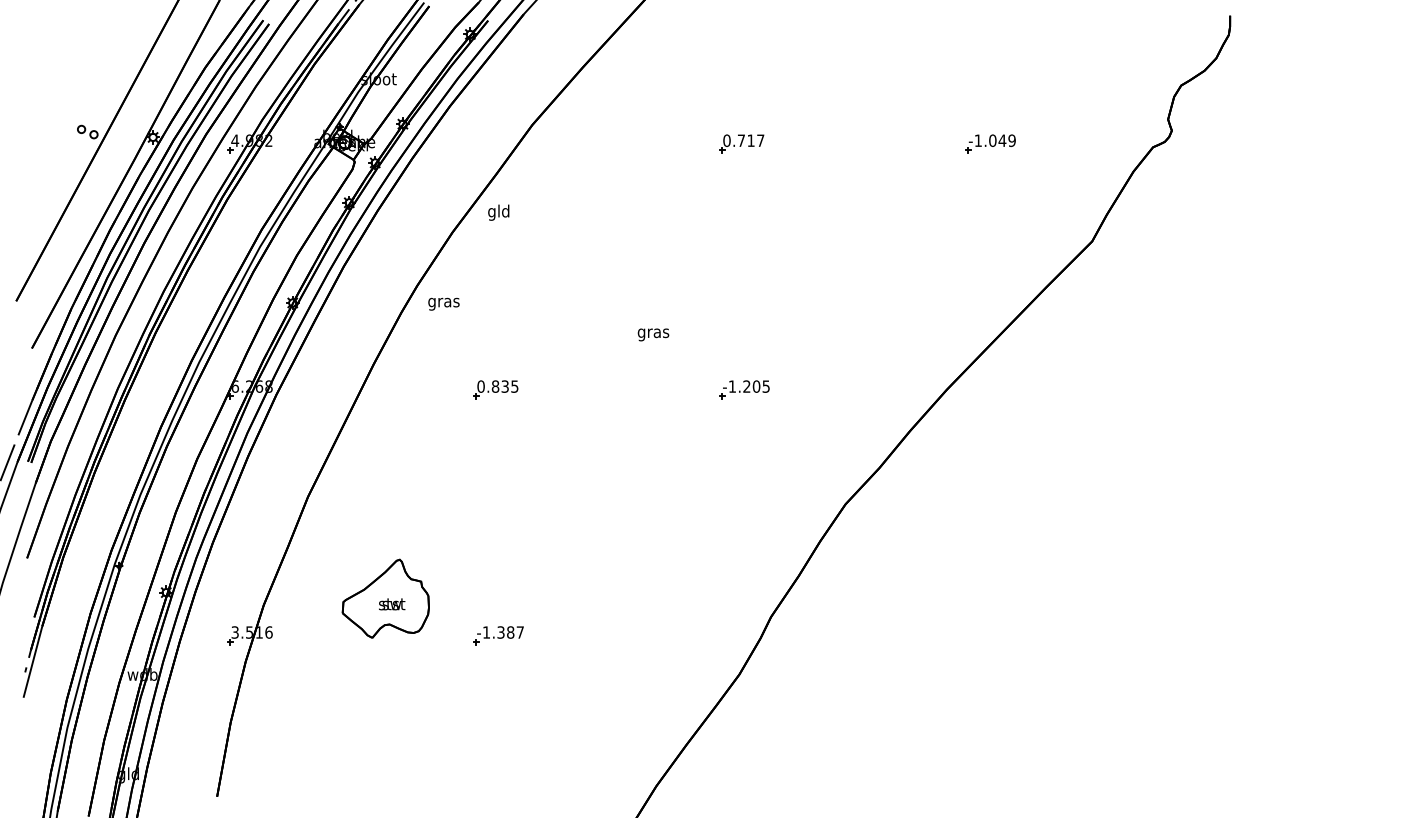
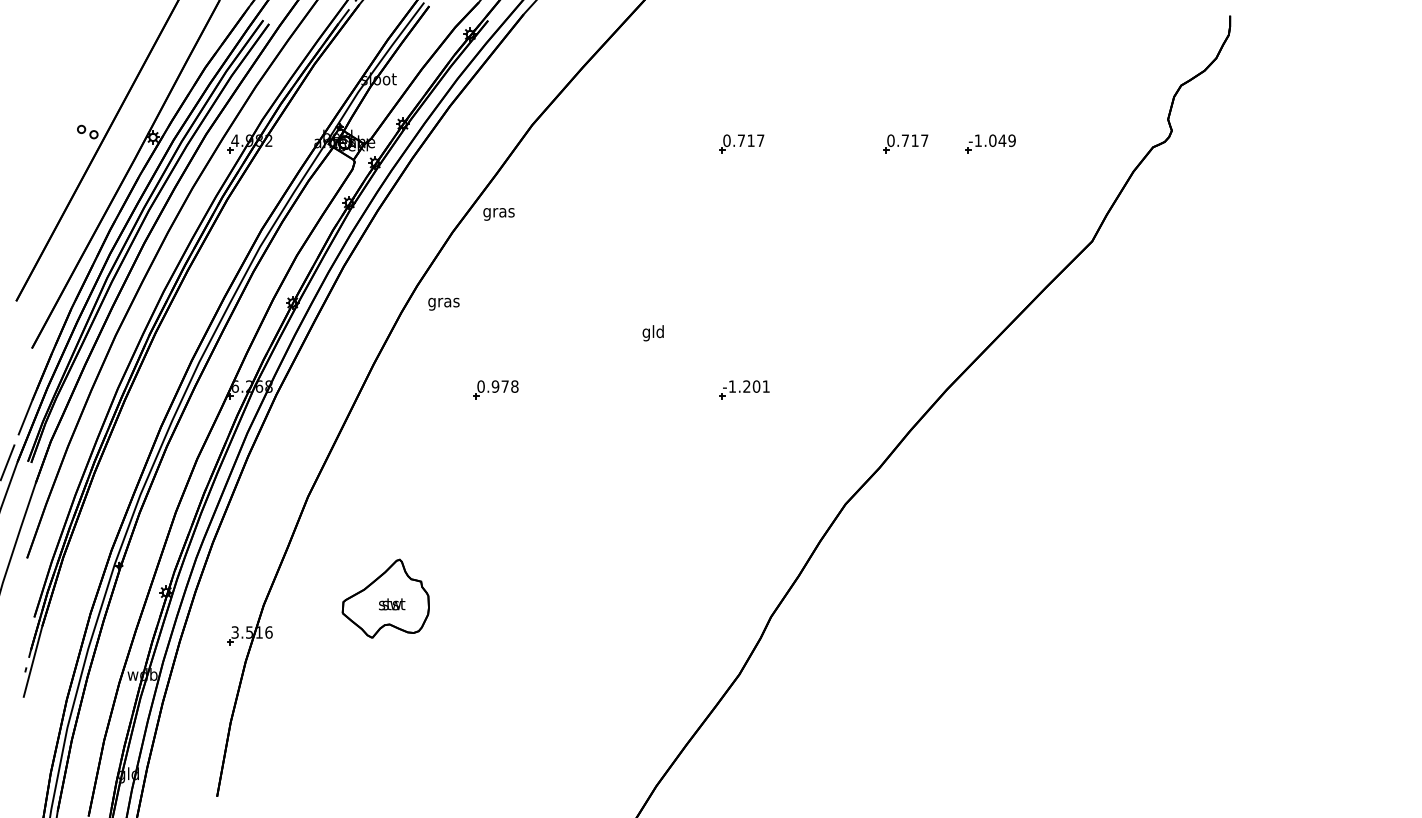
part at (905, 143): none -> present
text at (498, 212): gld -> gras
text at (653, 333): gras -> gld
text at (504, 386): 0.835 -> 0.978
text at (765, 386): -1.205 -> -1.201
part at (498, 635): present -> none
